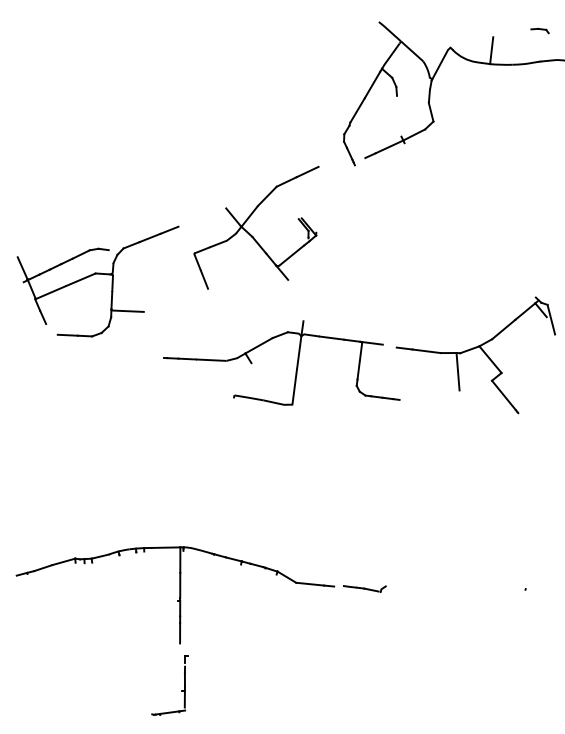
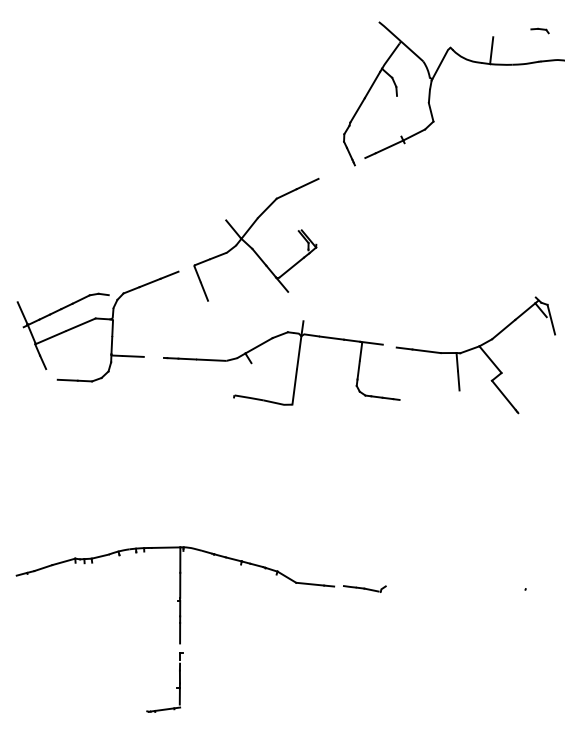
part at (250, 233) position: (250, 233) -> (250, 245)
part at (97, 274) position: (97, 274) -> (97, 319)
part at (181, 690) position: (181, 690) -> (176, 687)
